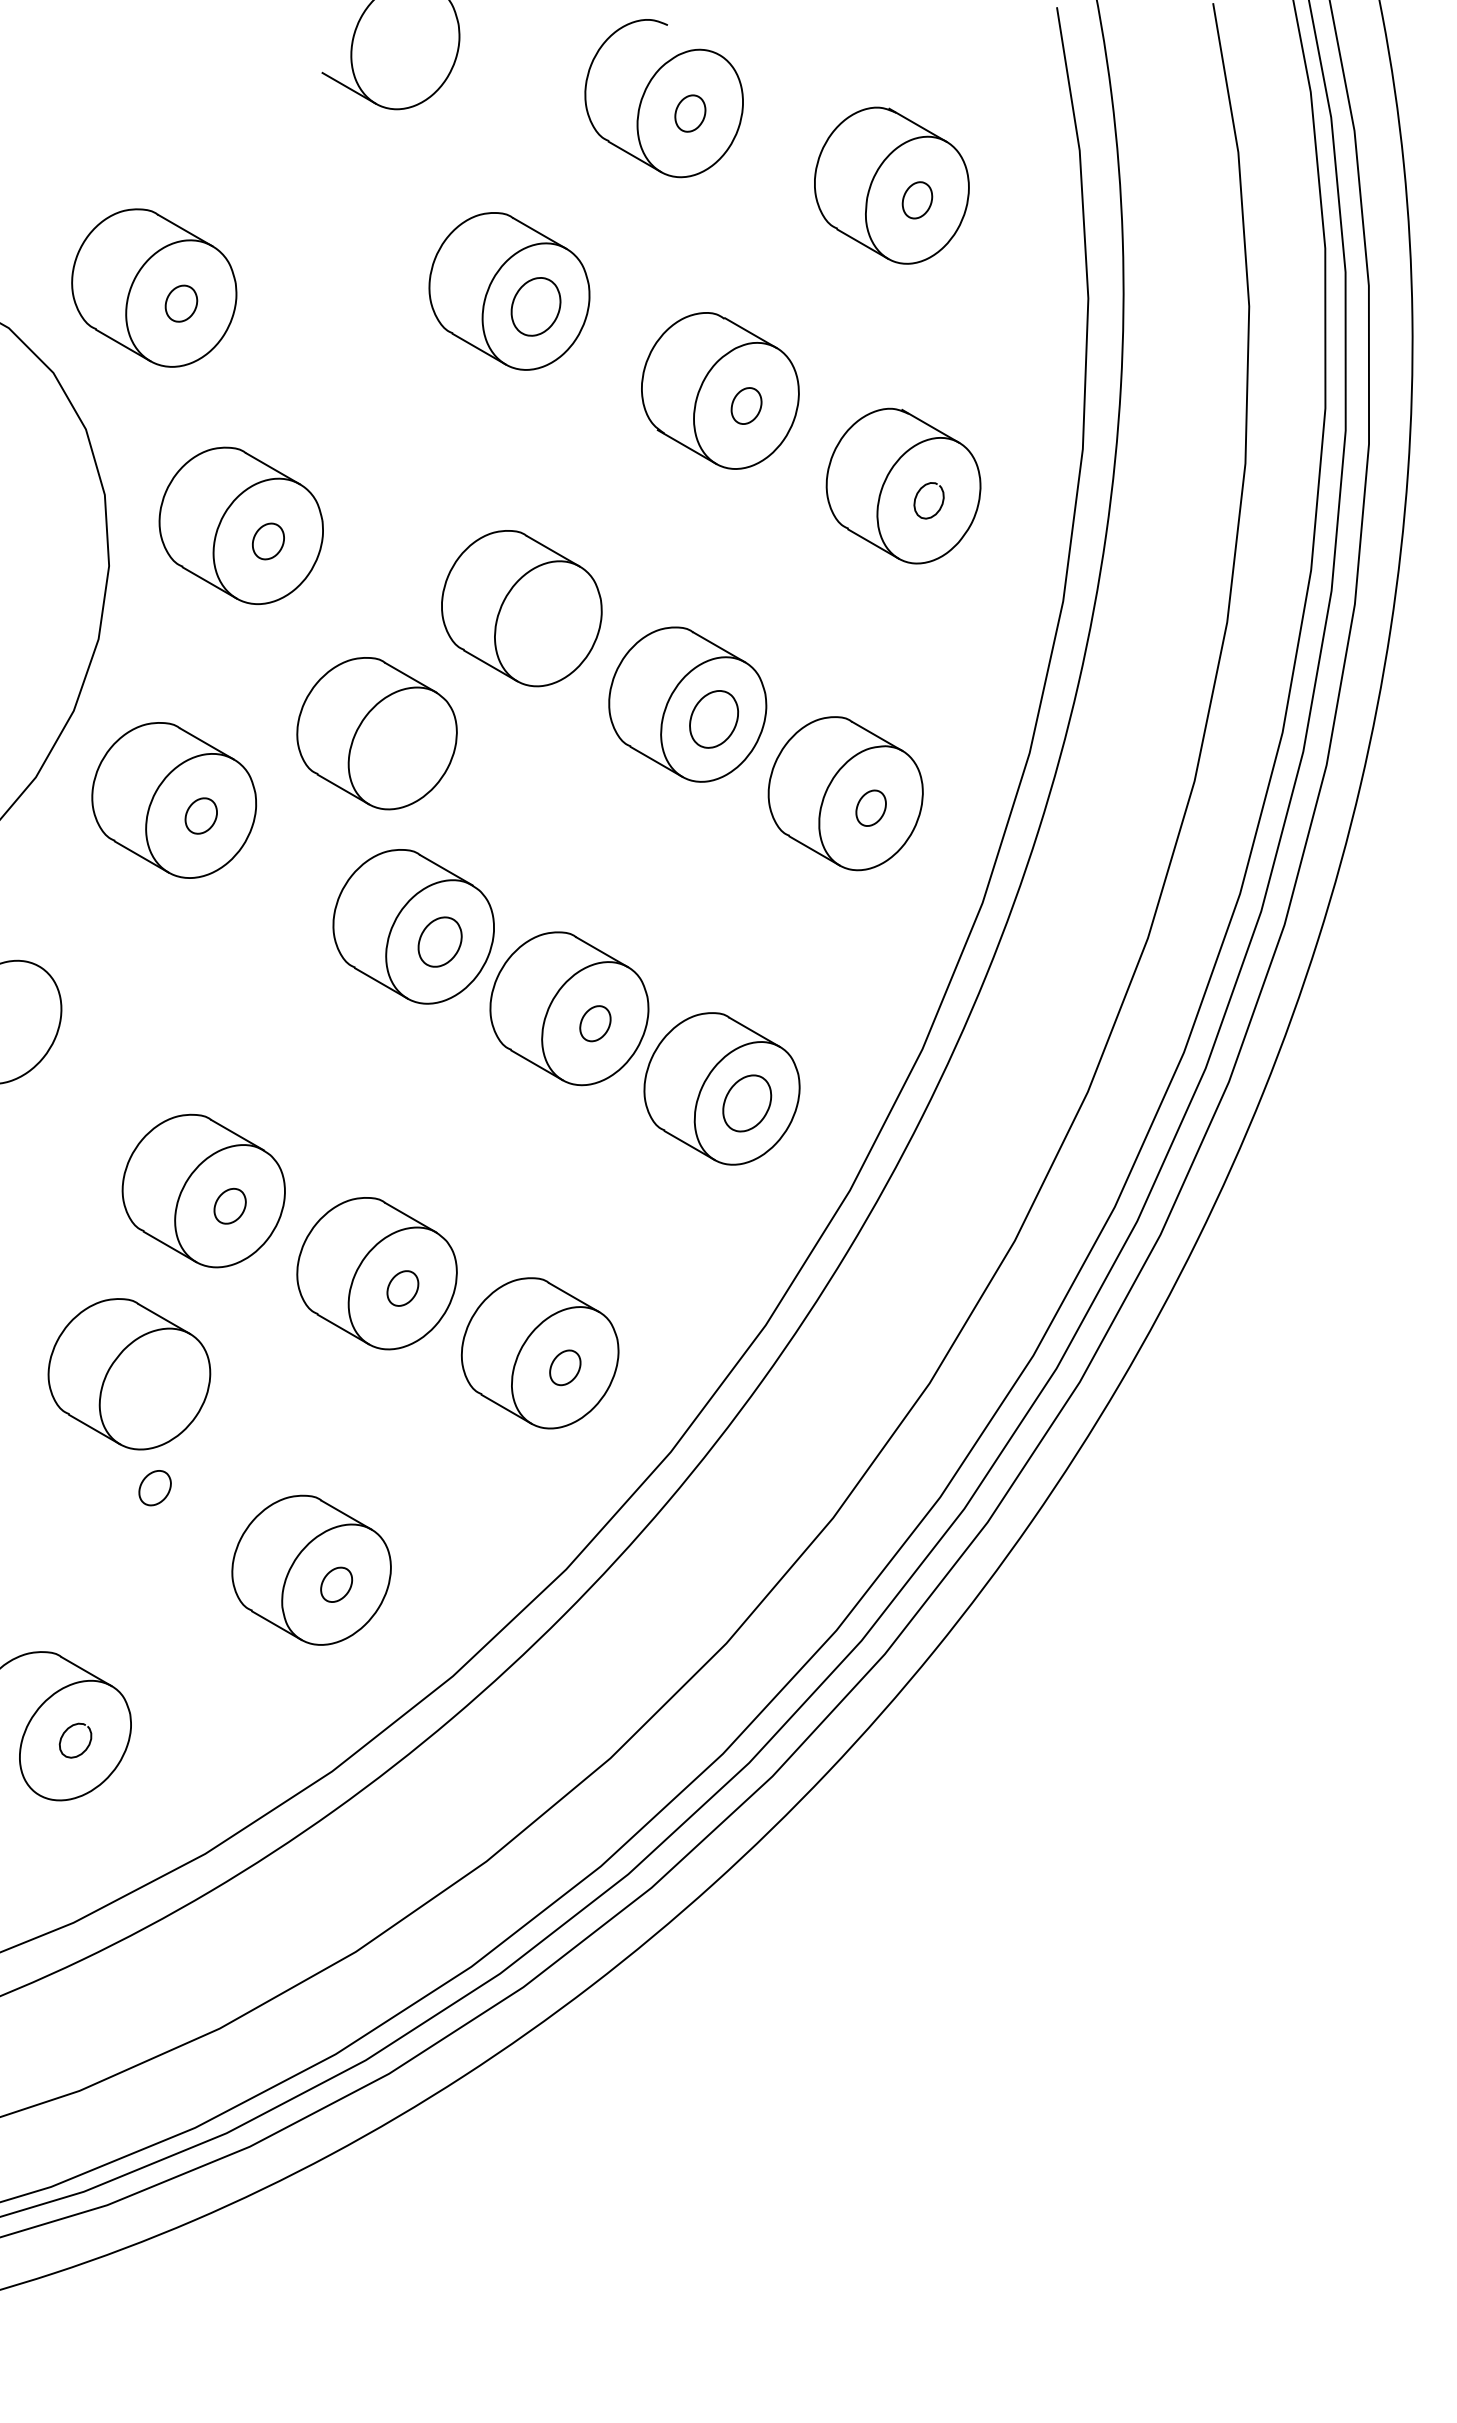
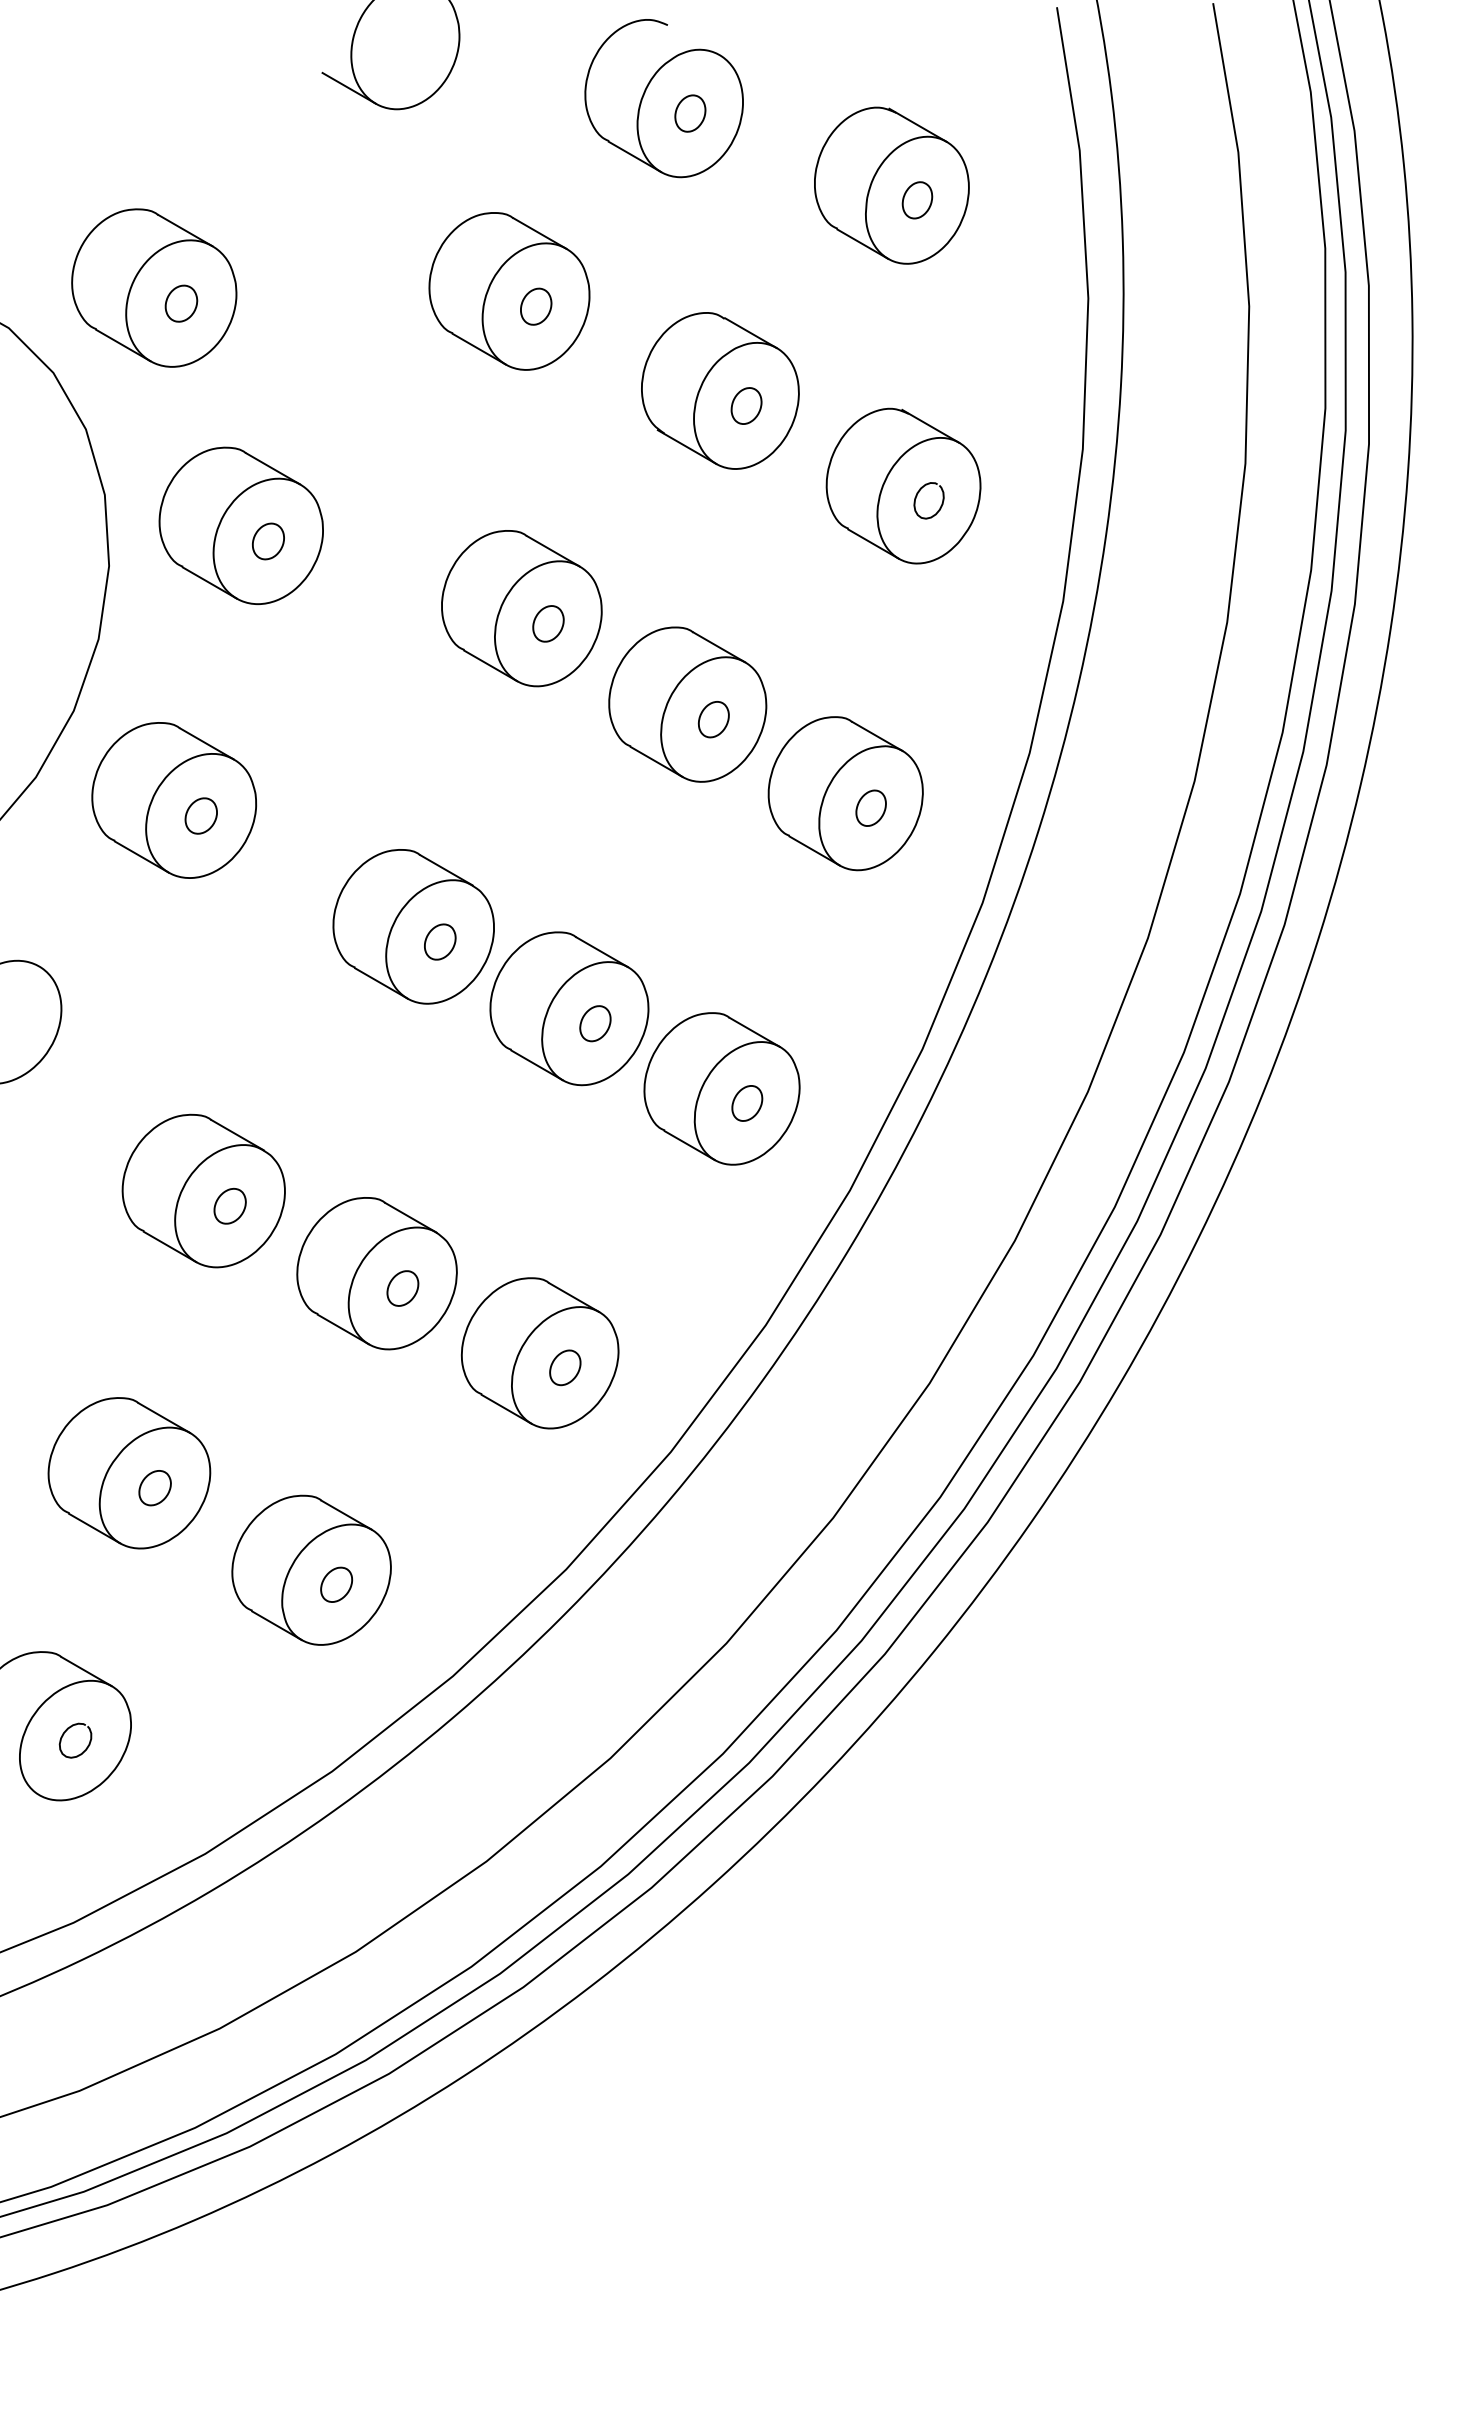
part at (535, 306) size: 52x60 px -> 33x39 px
part at (548, 623): none -> present
part at (714, 719) size: 51x59 px -> 33x38 px
part at (376, 733): present -> none
part at (439, 941) size: 46x52 px -> 33x38 px
part at (747, 1103) size: 51x59 px -> 33x37 px
part at (129, 1374) position: (129, 1374) -> (129, 1473)
